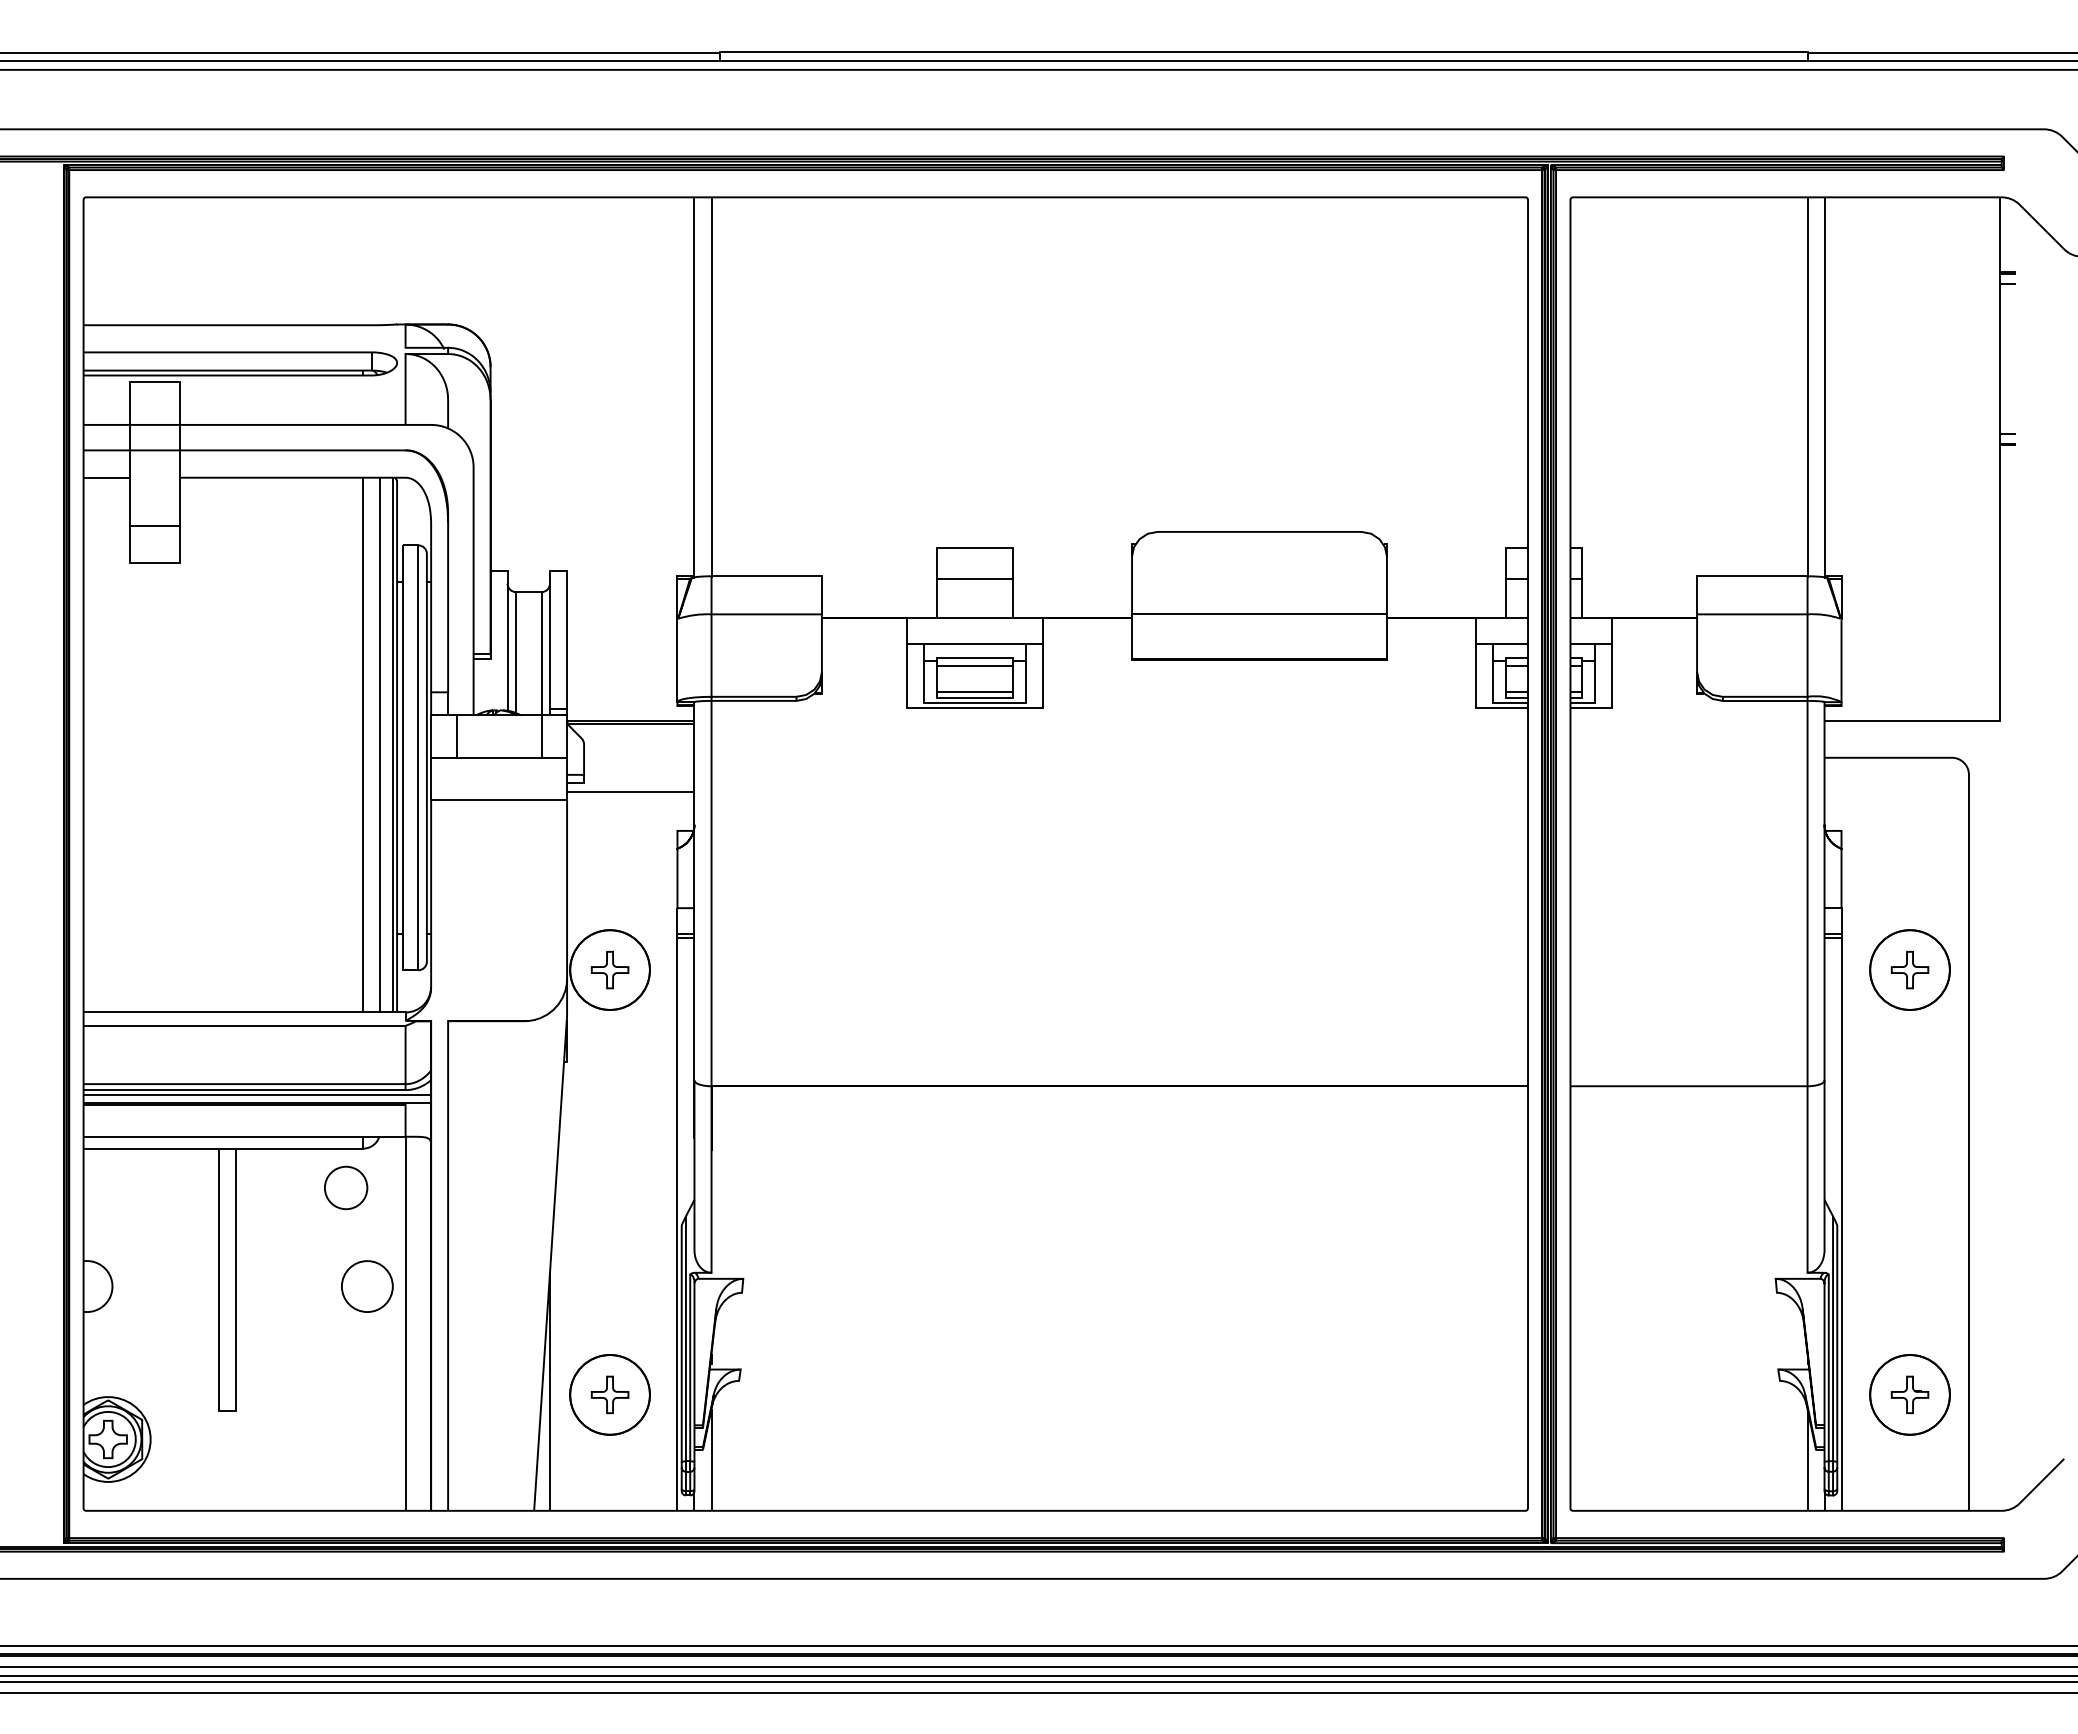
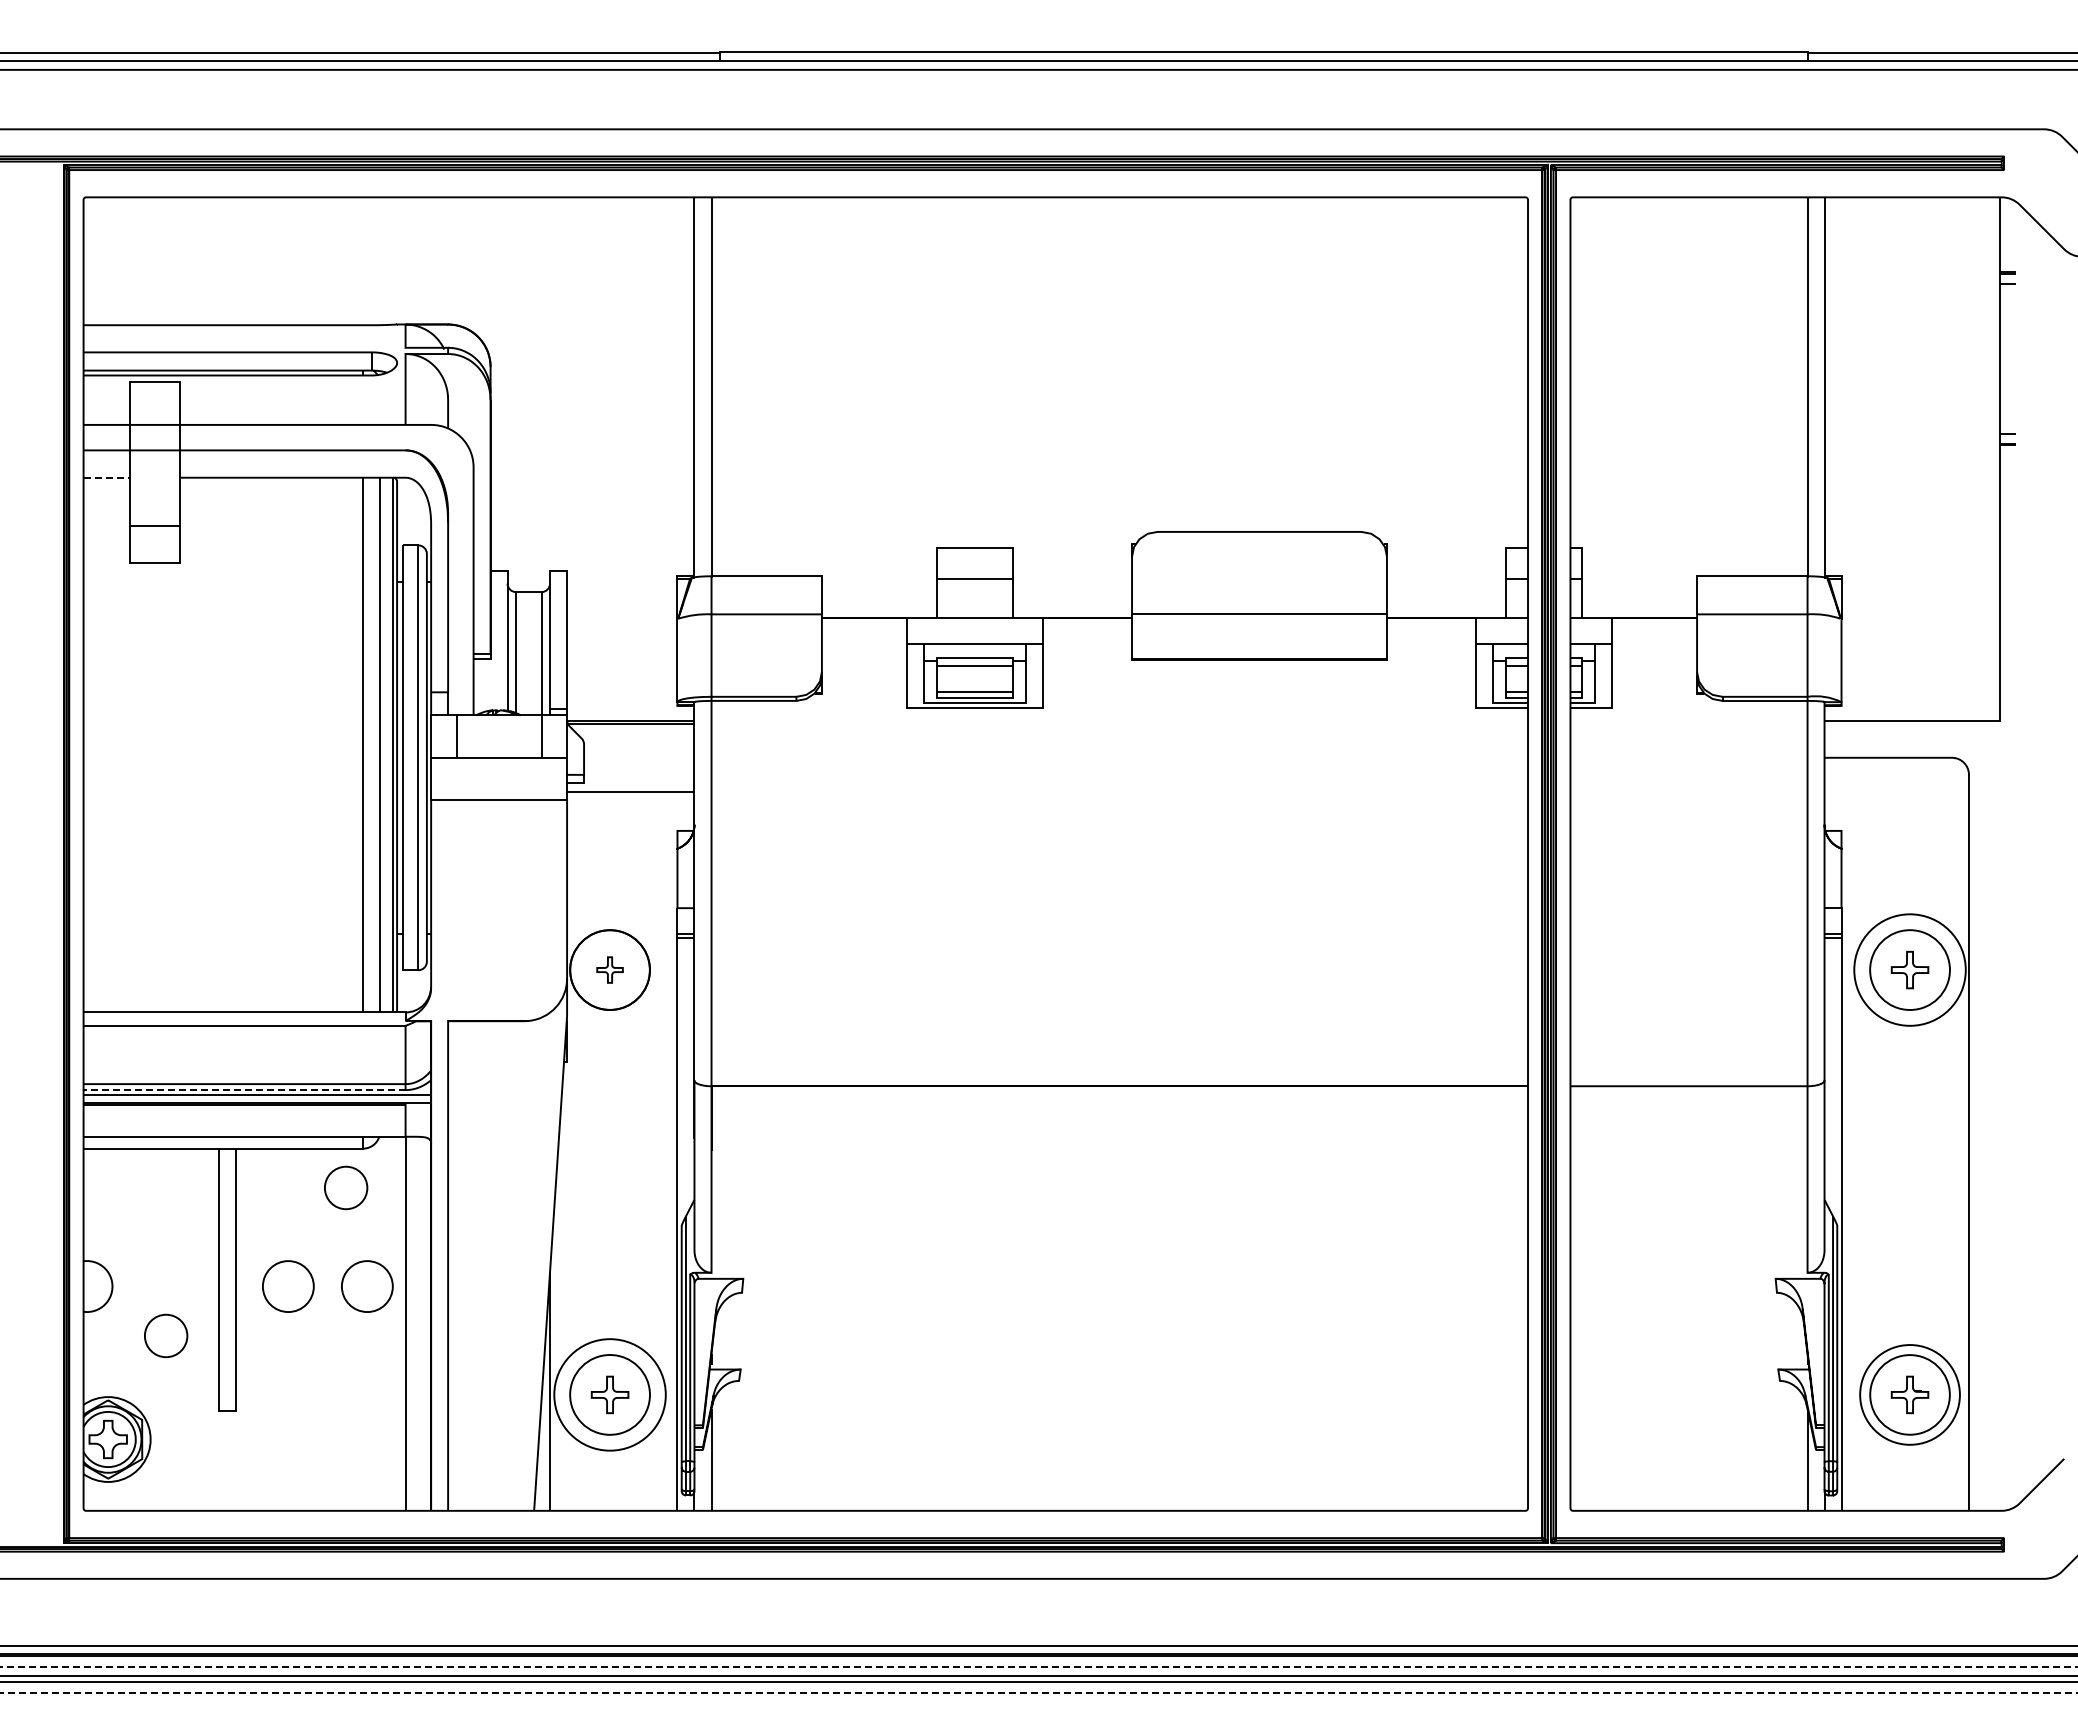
line at (106, 477): solid -> dashed
part at (609, 969) size: 40x40 px -> 28x28 px
circle at (1909, 969) diameter: 80 px -> 112 px
line at (244, 1090): solid -> dashed
circle at (288, 1286): none -> present
circle at (166, 1335): none -> present
circle at (609, 1394) diameter: 80 px -> 112 px
circle at (1909, 1394) diameter: 80 px -> 100 px
line at (1039, 1667): solid -> dashed
line at (1040, 1692): solid -> dashed
